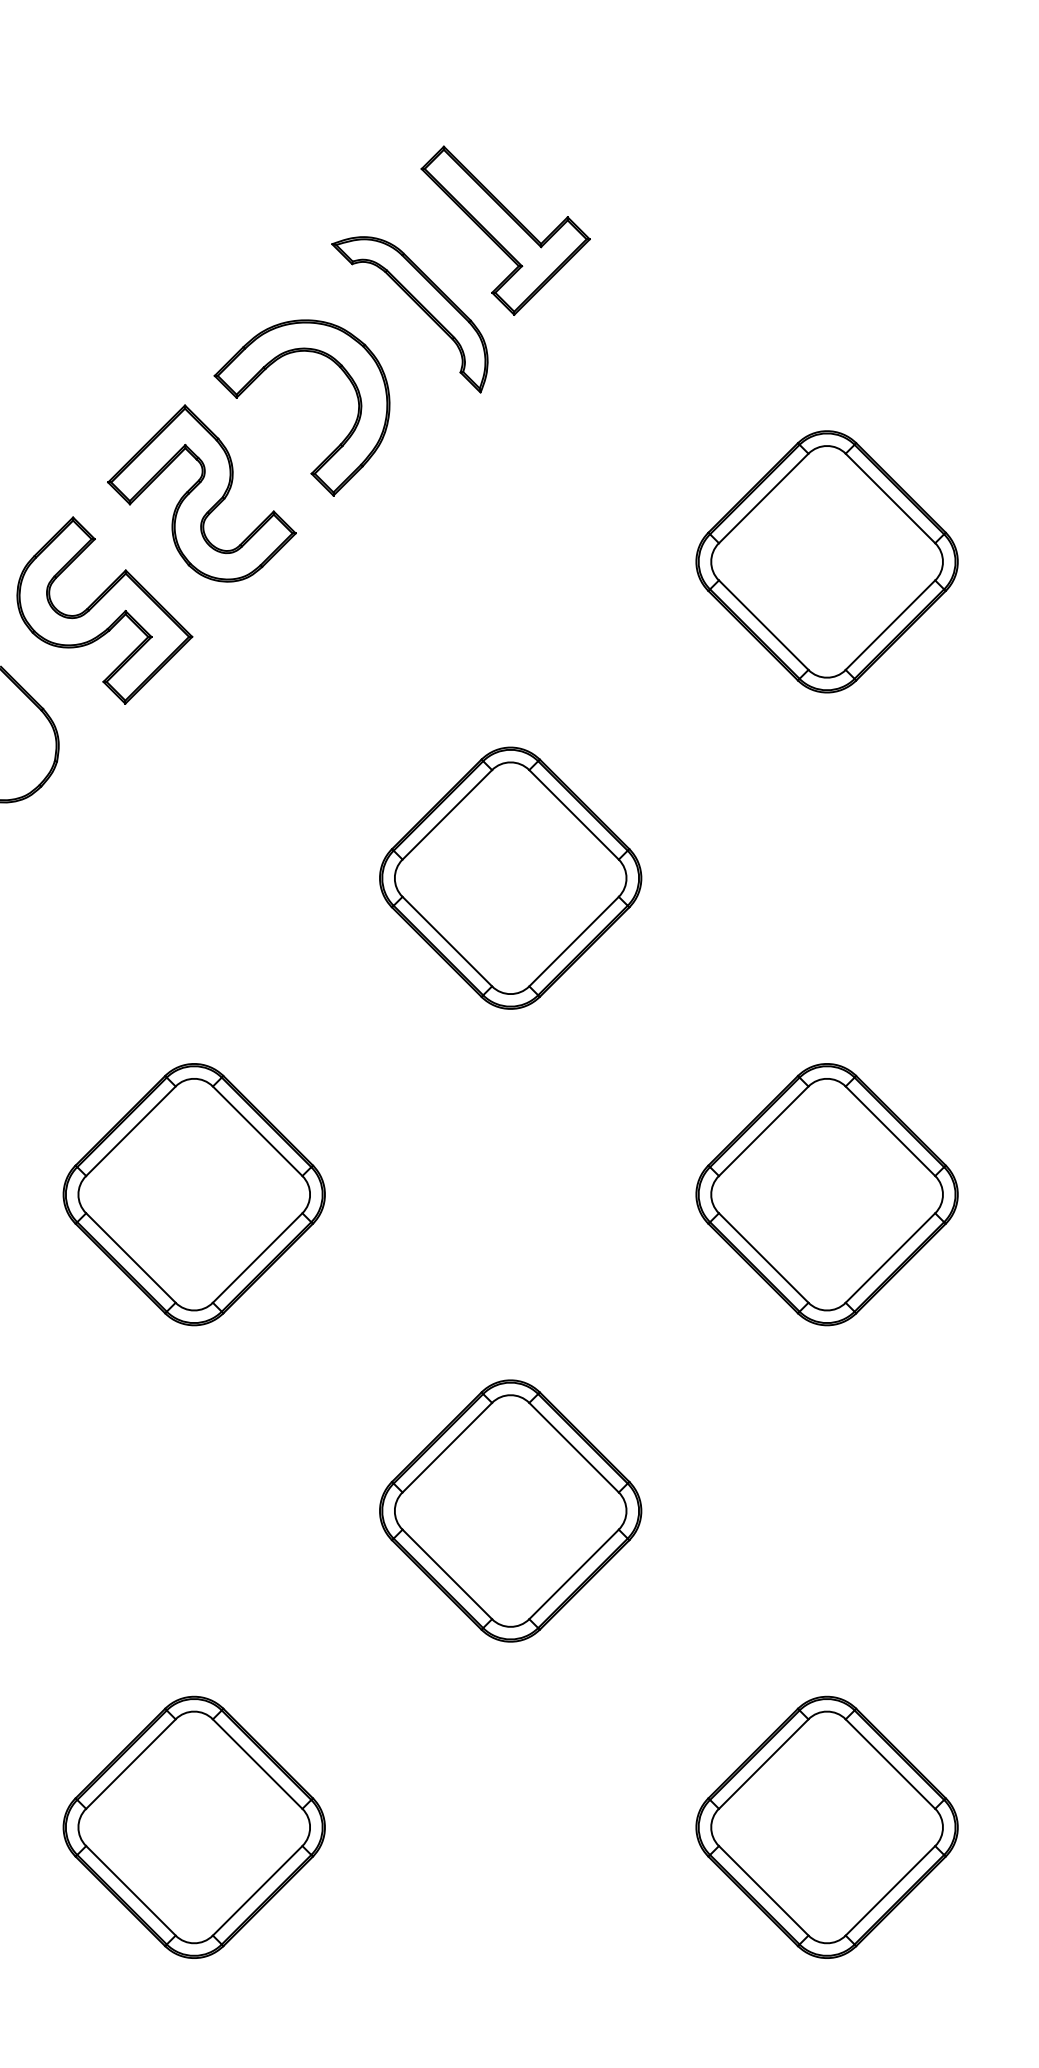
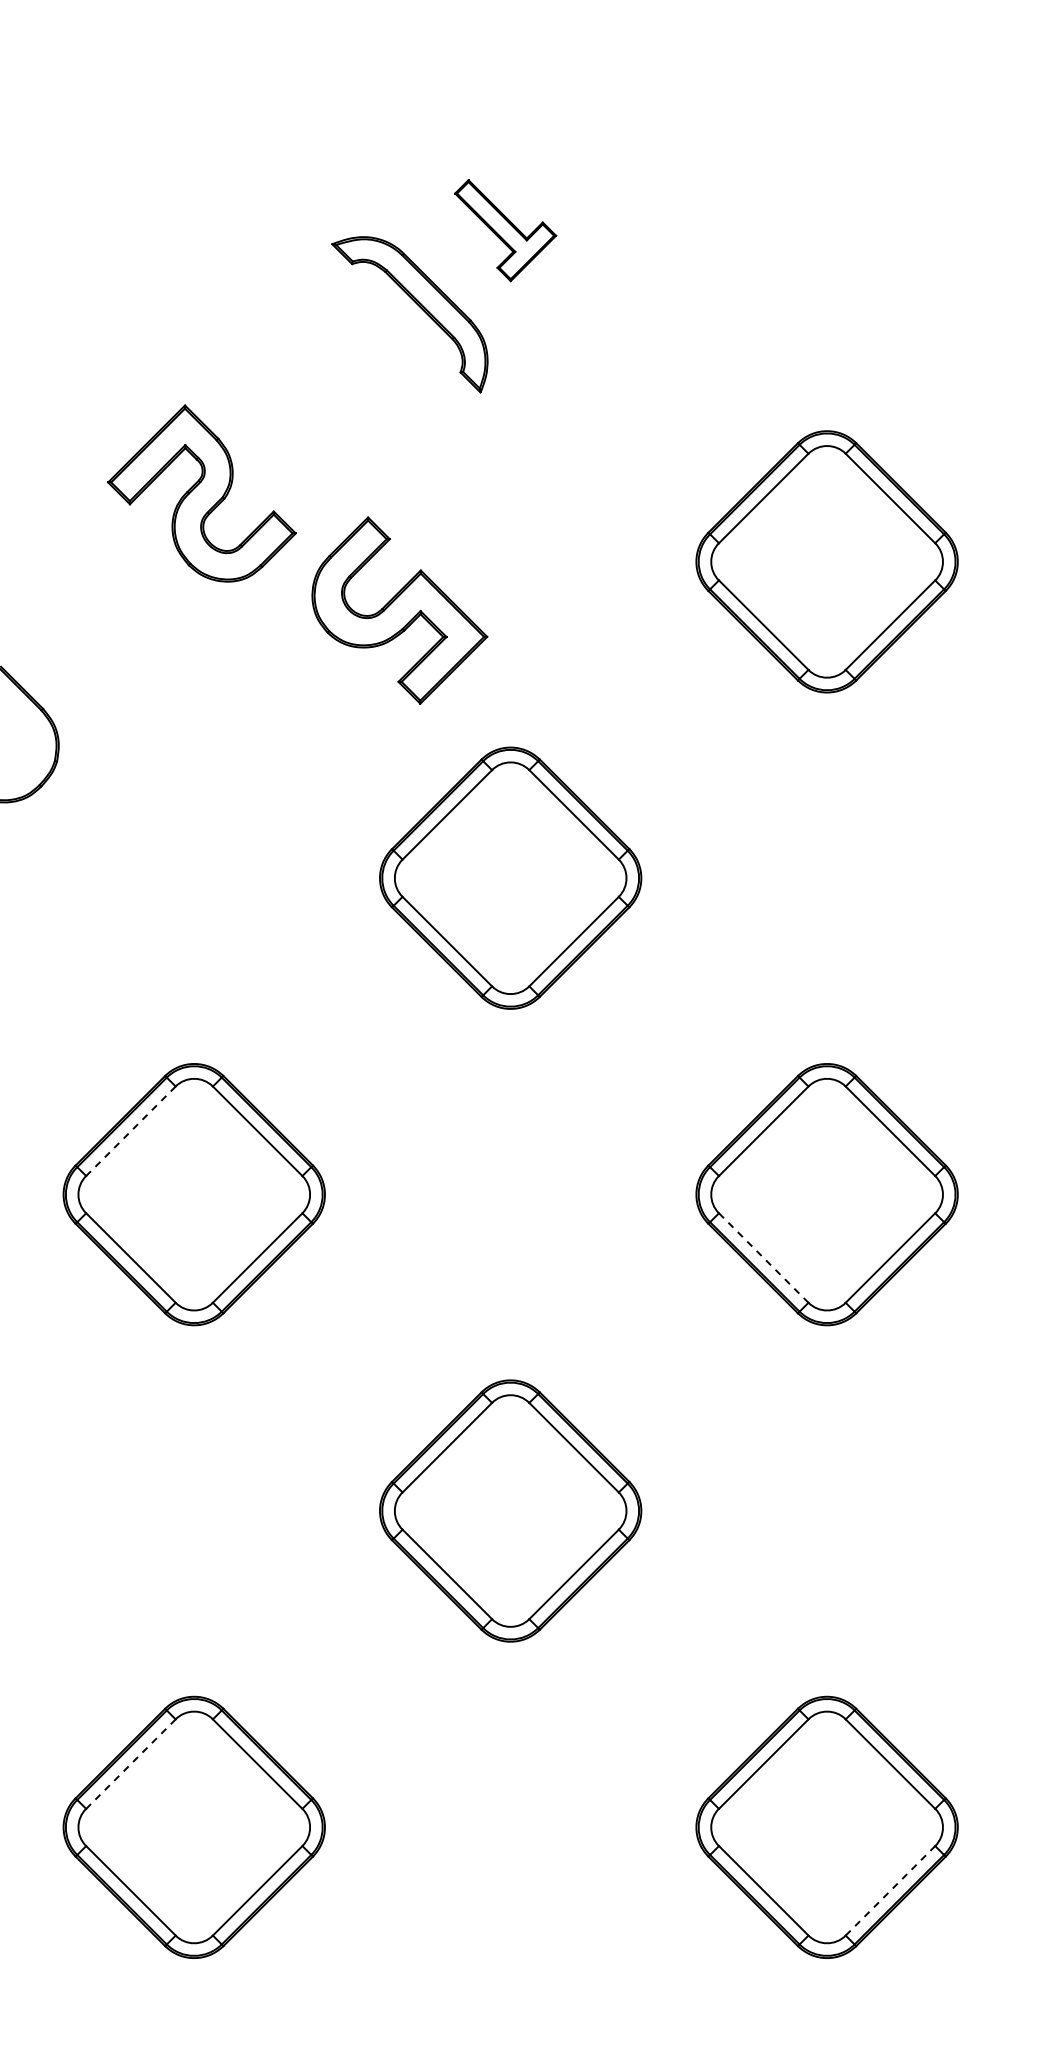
part at (505, 230) size: 171x171 px -> 104x104 px
part at (265, 370): present -> none
part at (104, 610) position: (104, 610) -> (399, 610)
line at (130, 1131): solid -> dashed
line at (764, 1258): solid -> dashed
line at (130, 1764): solid -> dashed
line at (890, 1890): solid -> dashed
